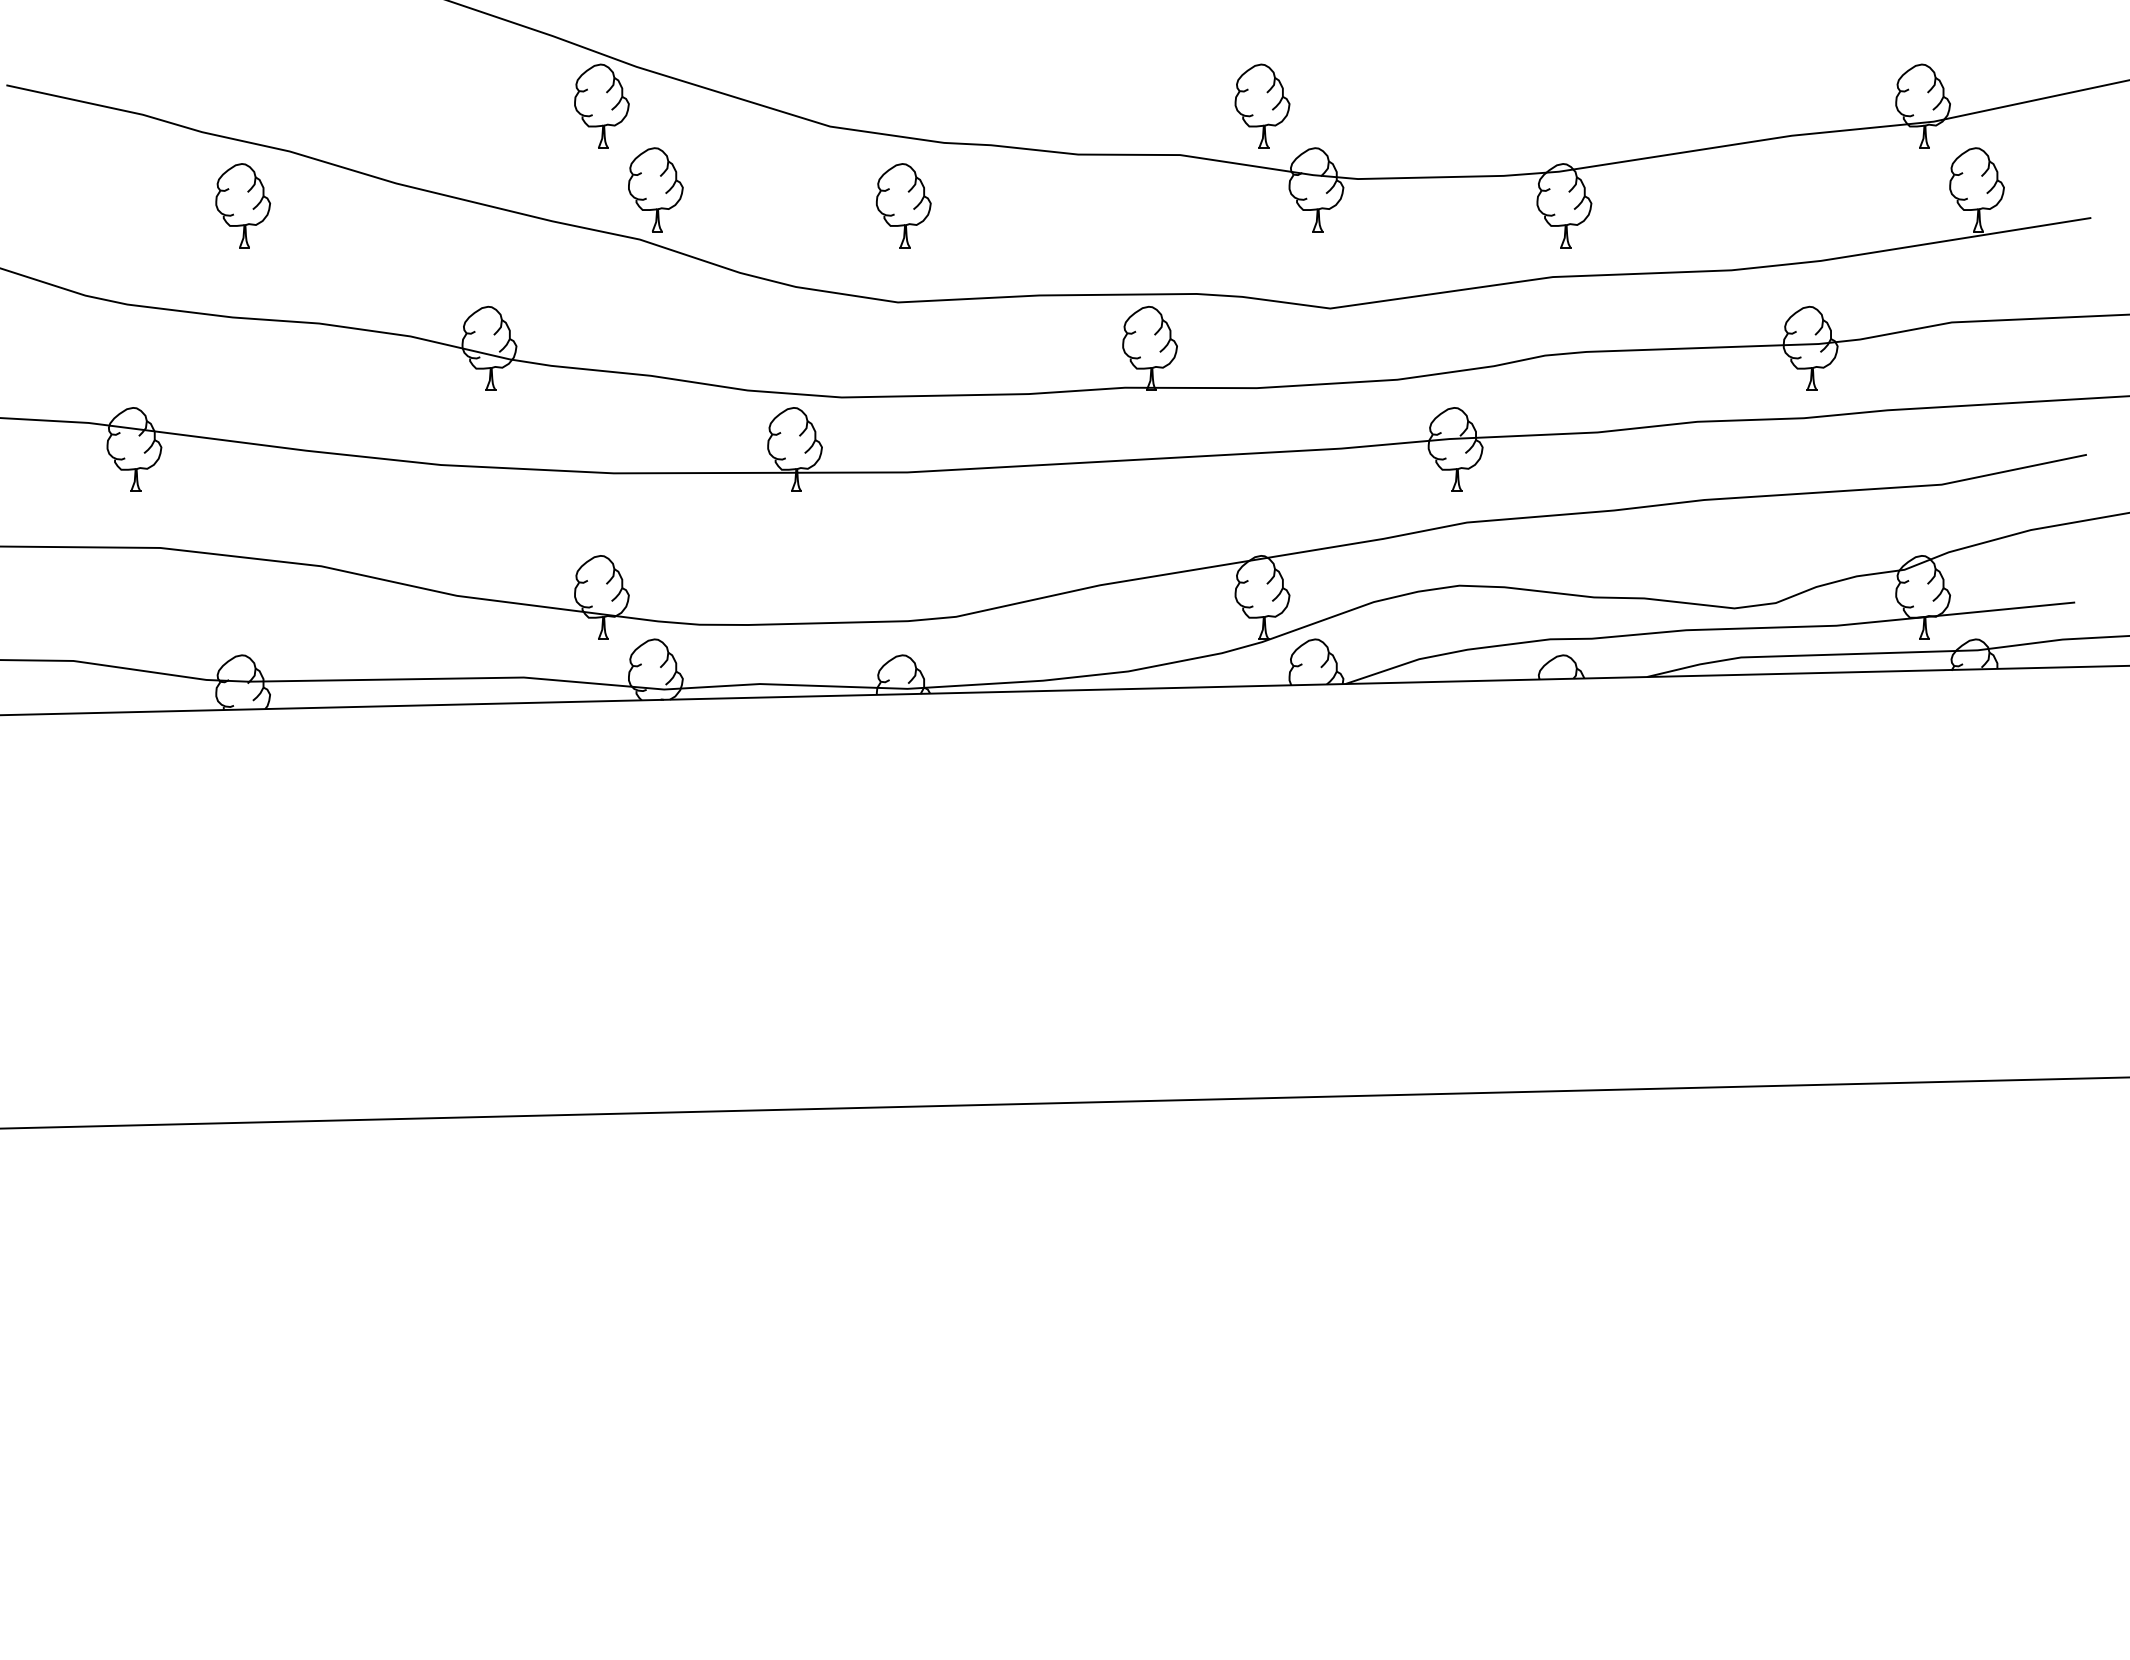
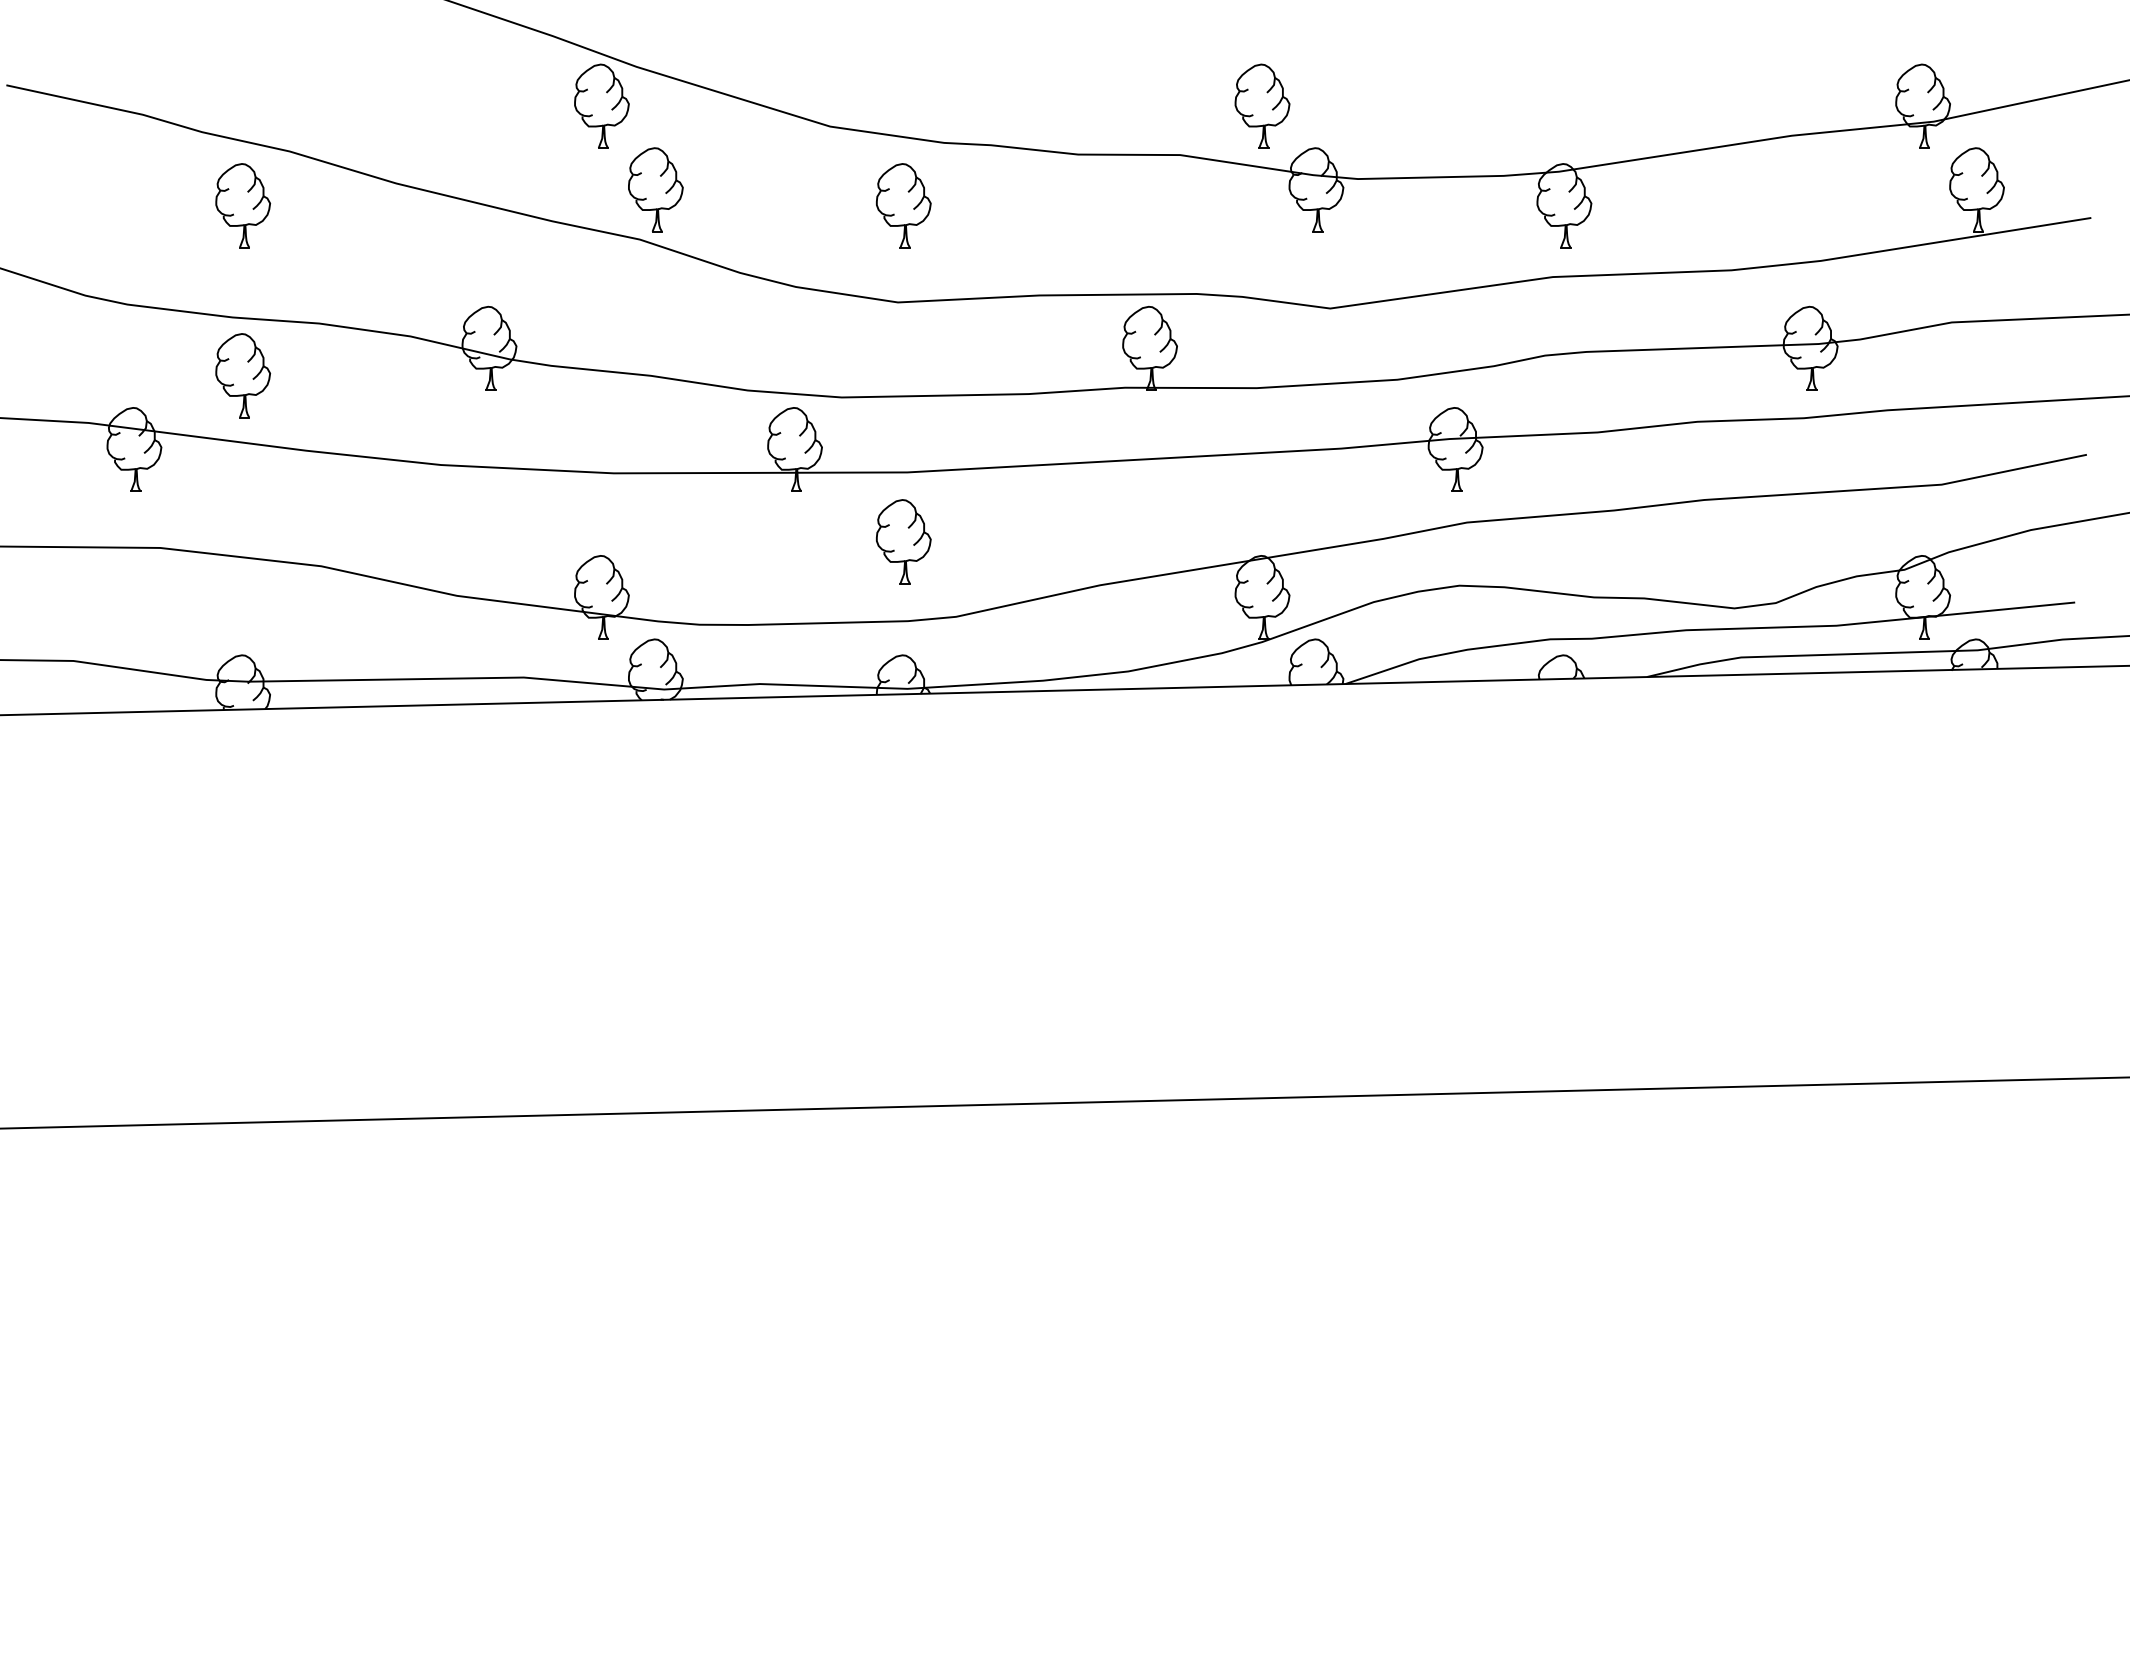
part at (243, 375): none -> present
part at (903, 541): none -> present
